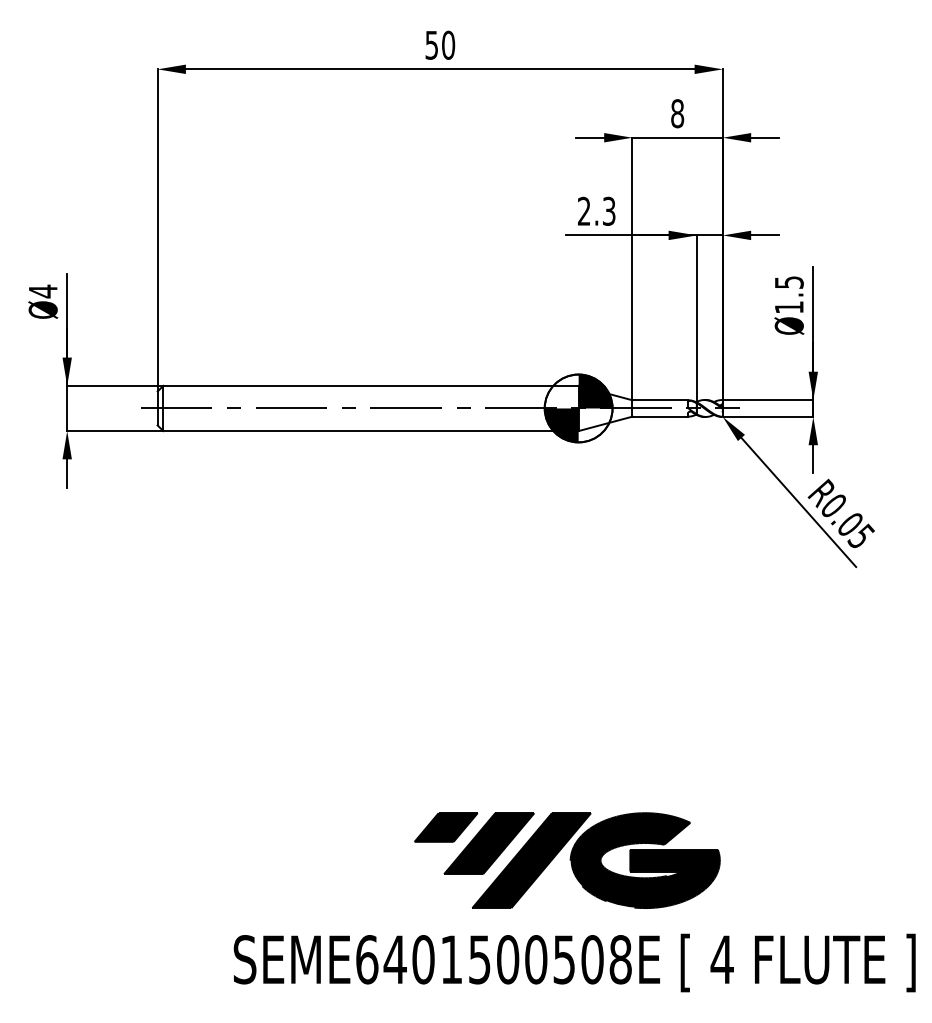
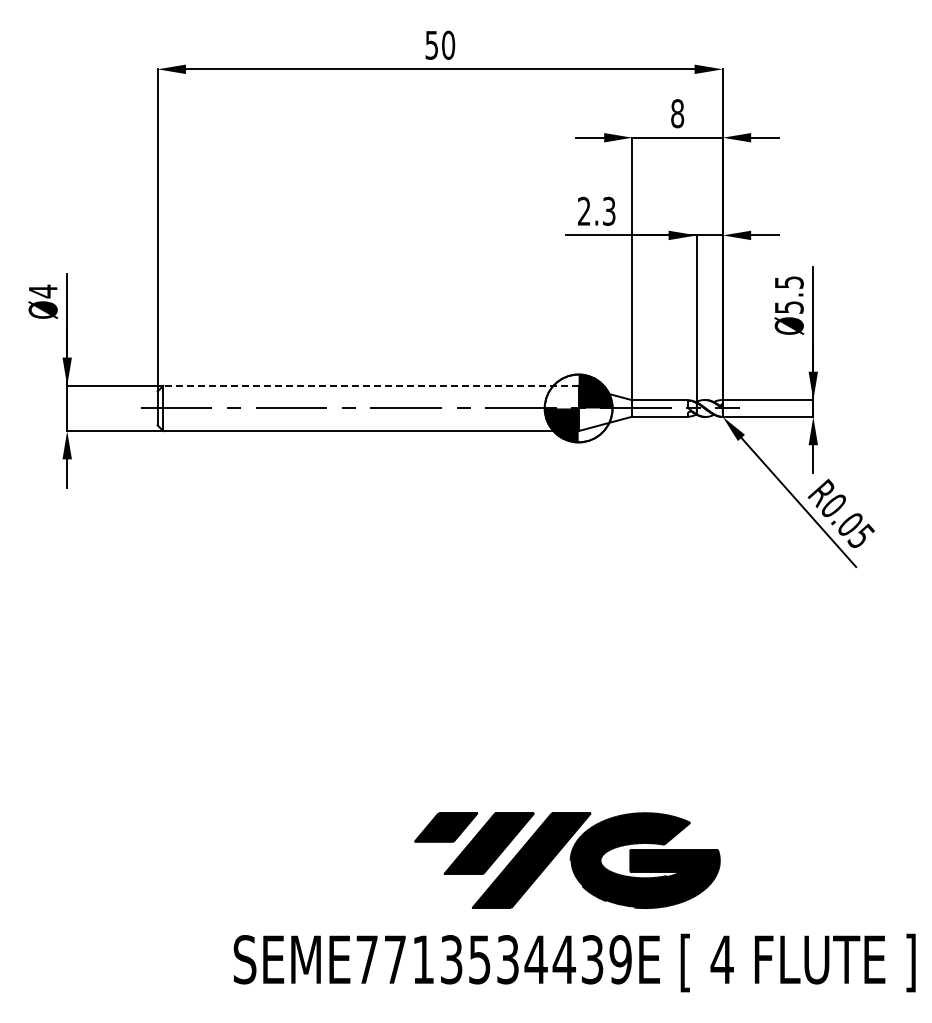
text at (789, 307): Ø1.5 -> Ø5.5
line at (370, 385): solid -> dashed
text at (493, 959): SEME6401500508E -> SEME7713534439E
